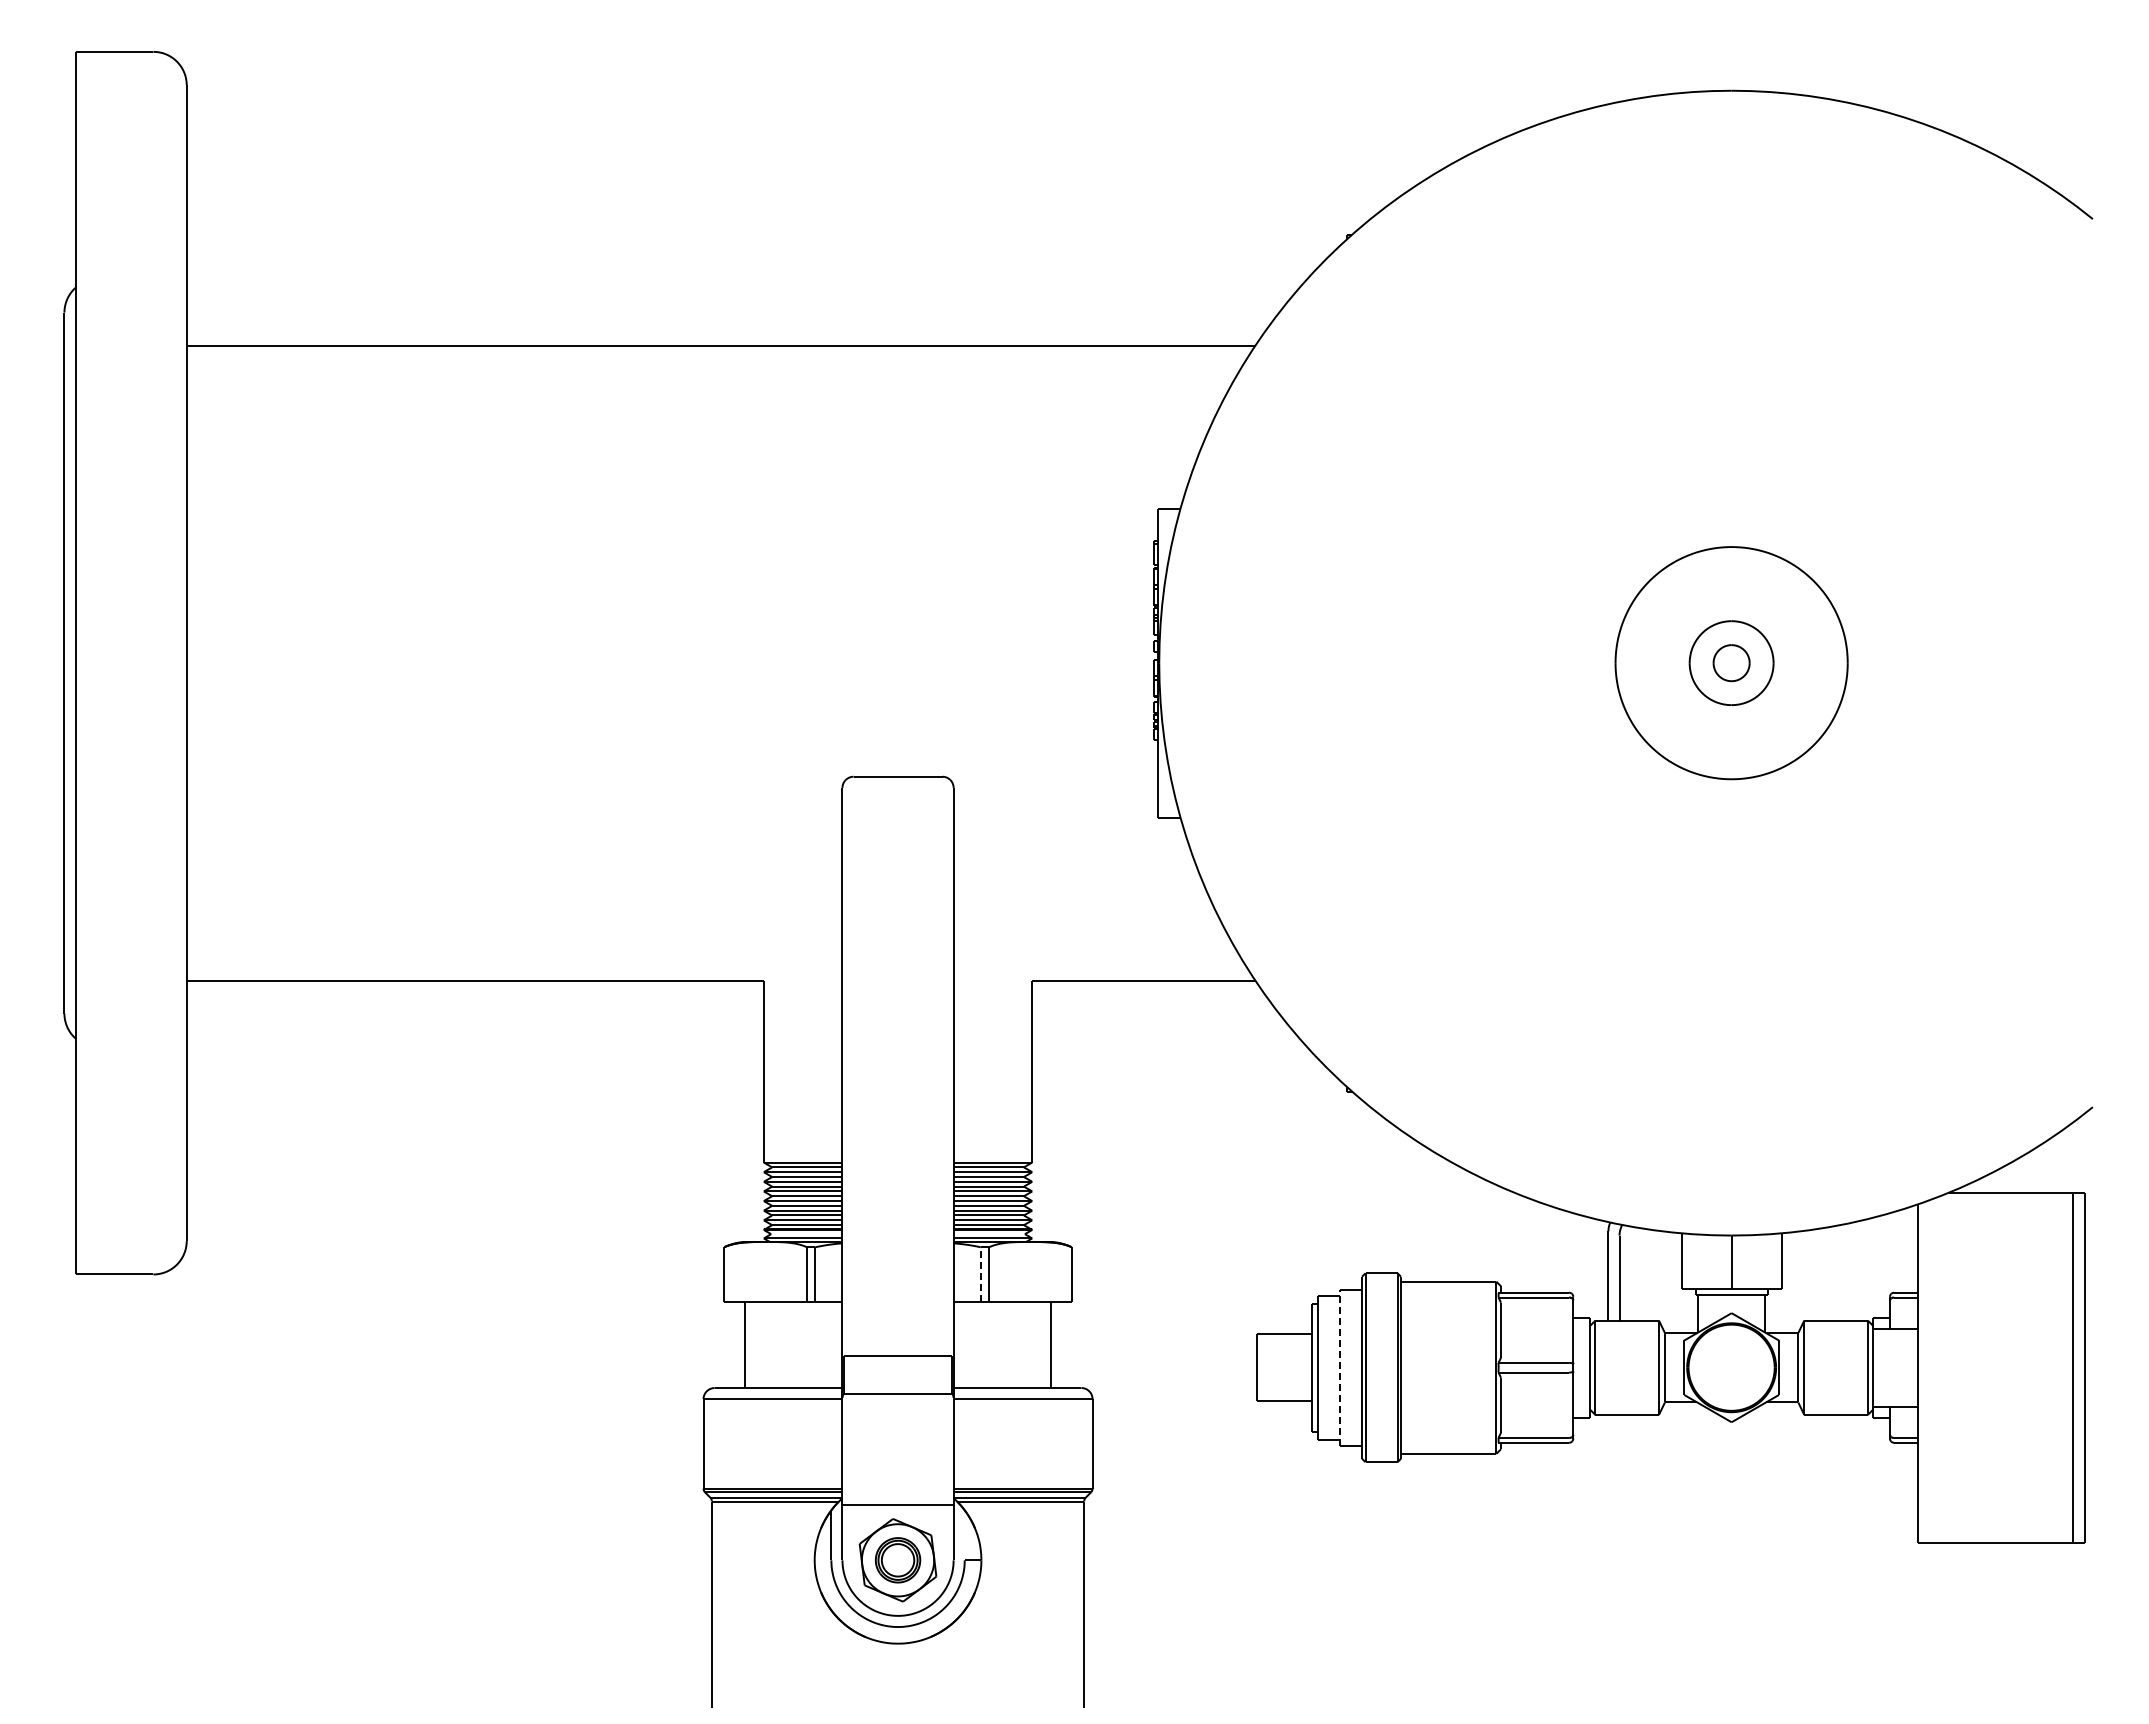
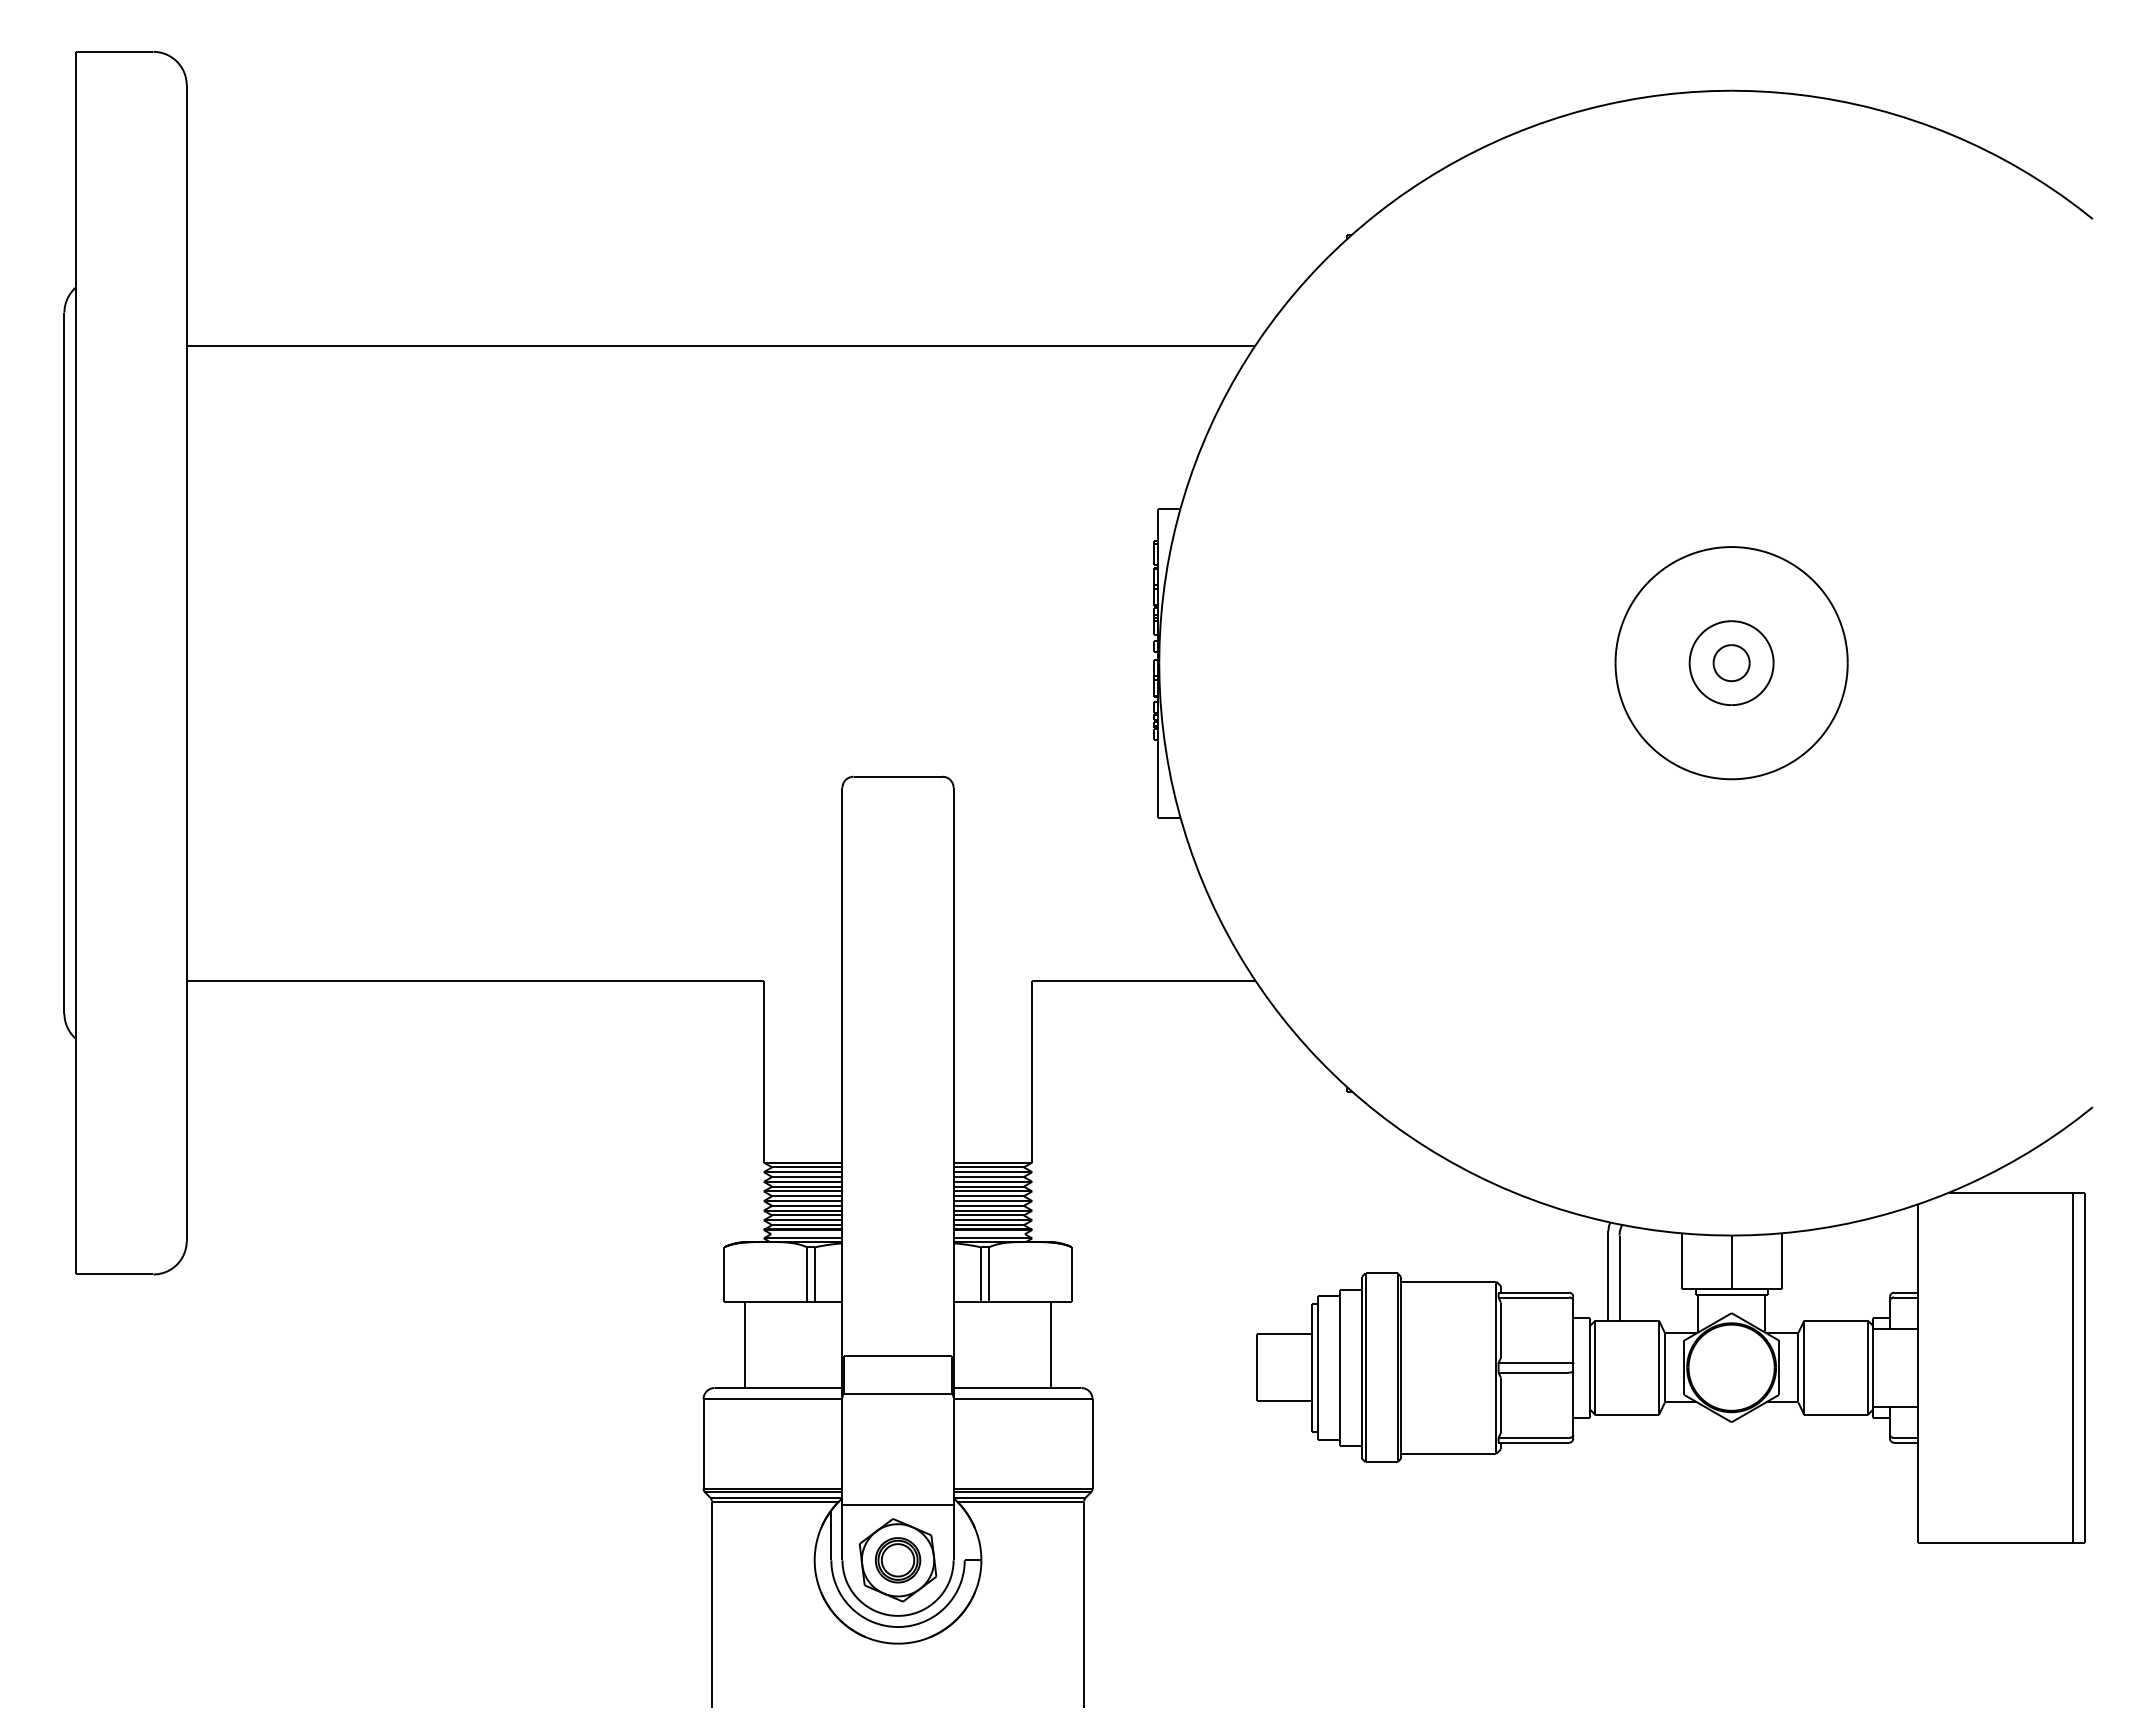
line at (980, 1274): dashed -> solid
line at (1339, 1367): dashed -> solid
